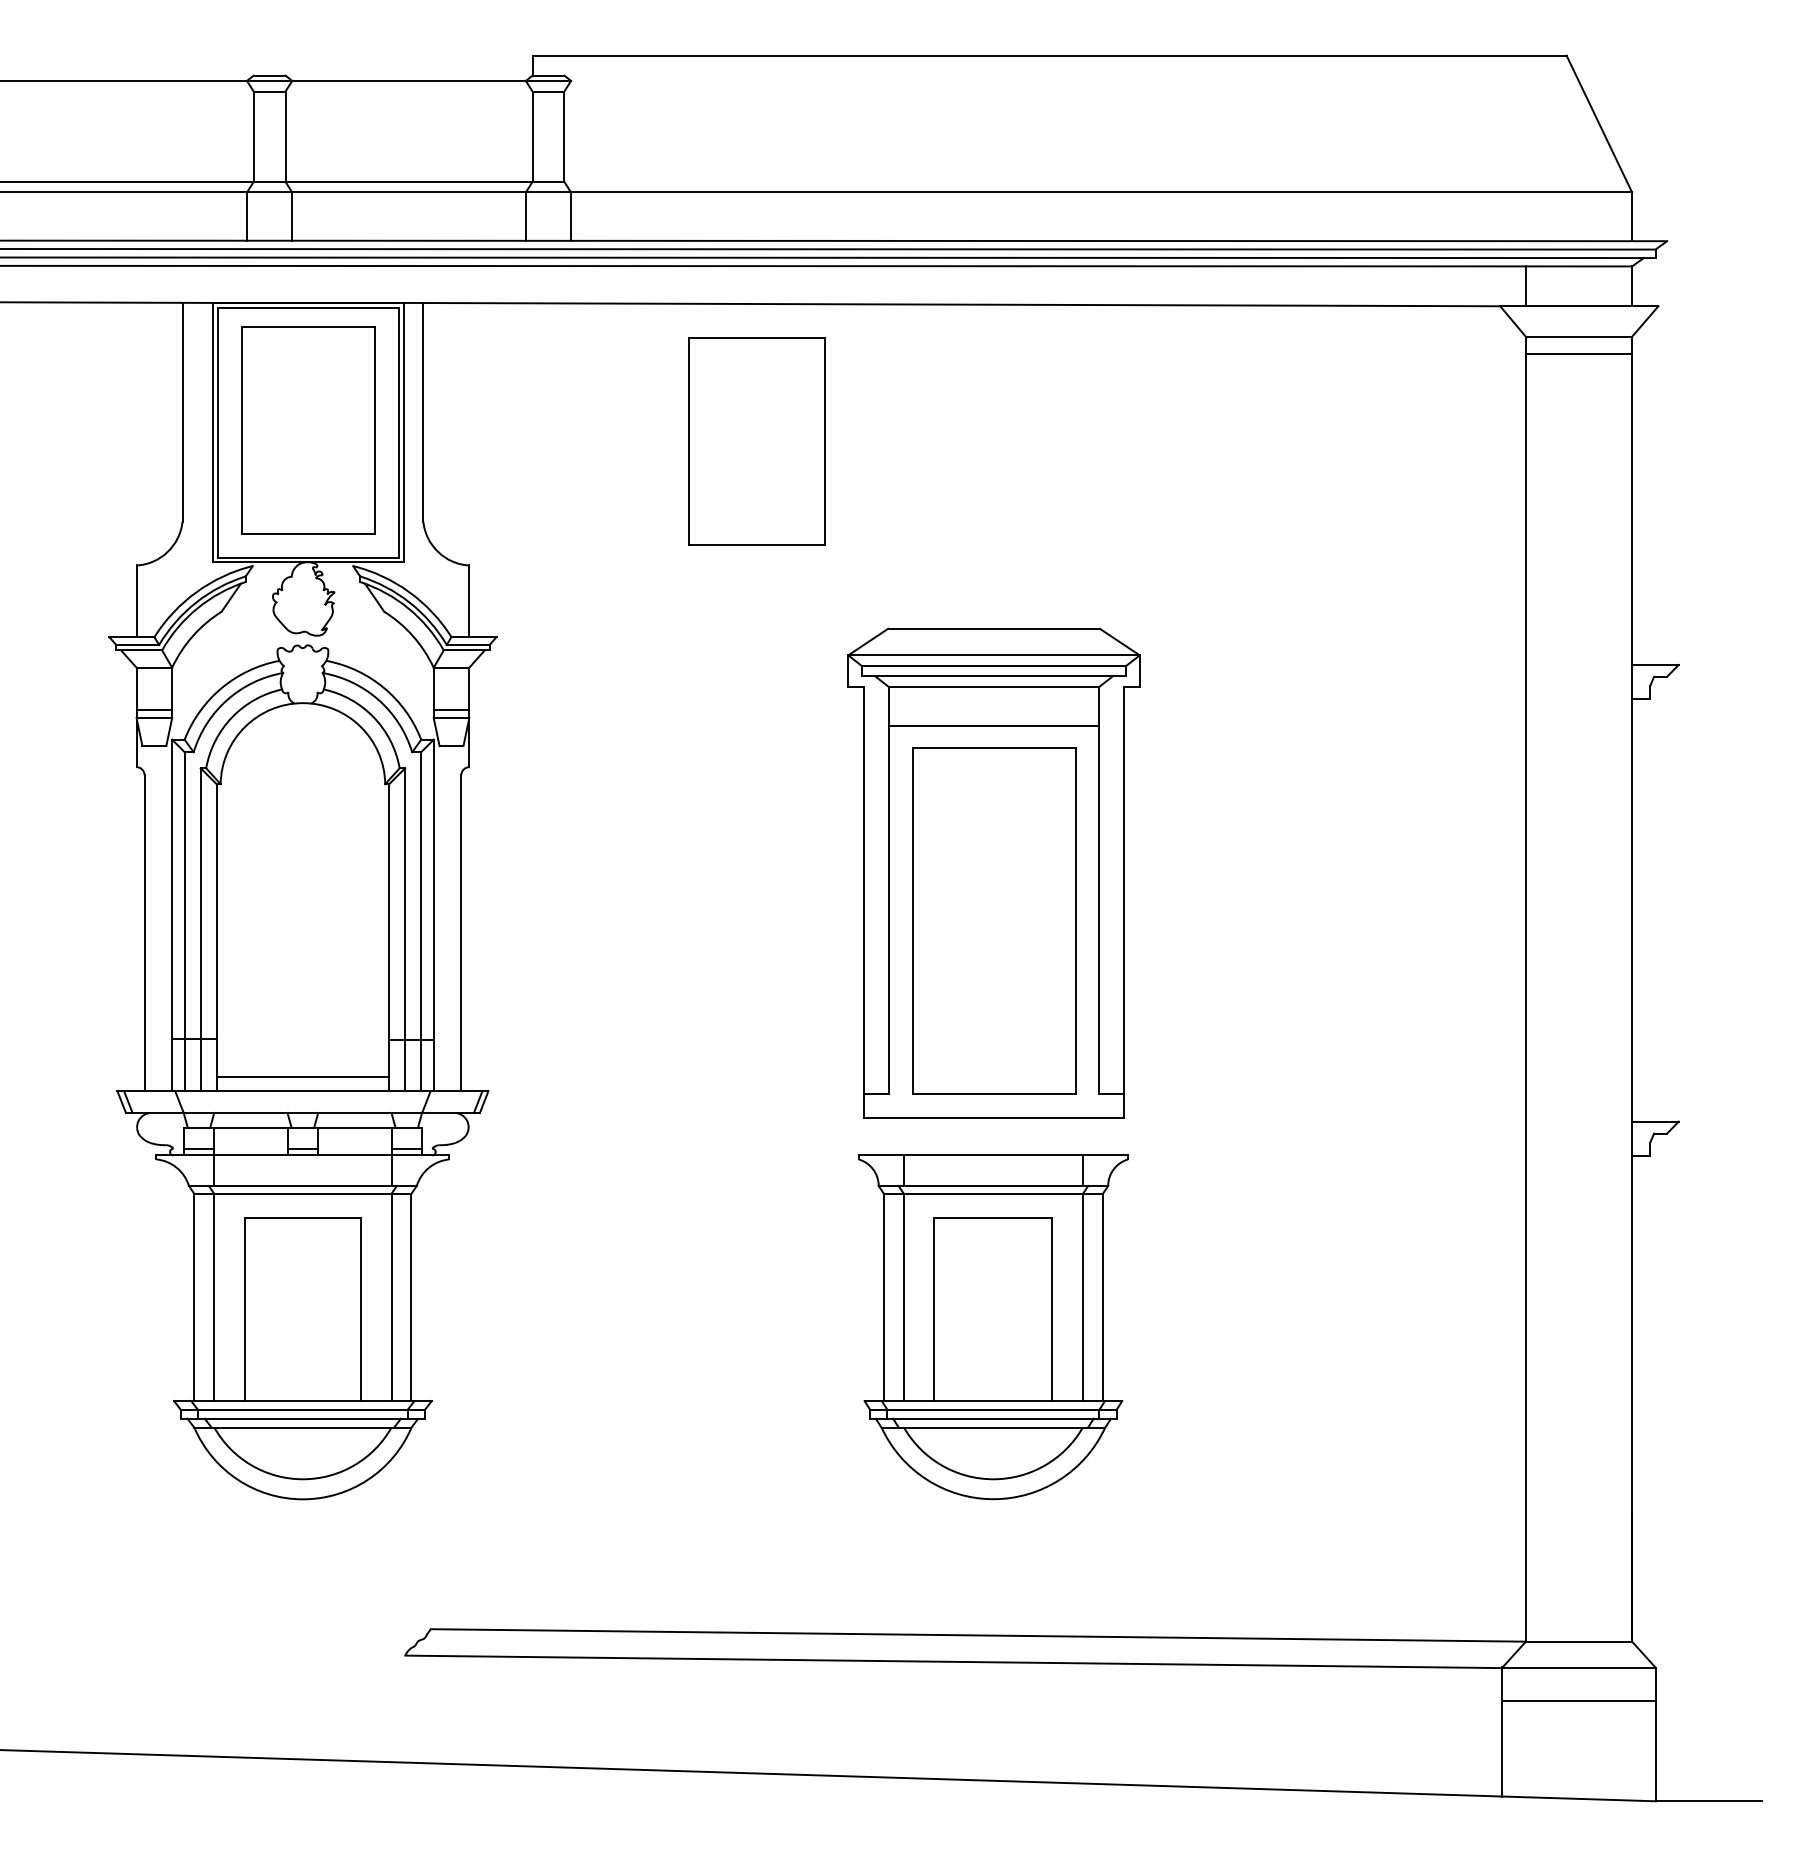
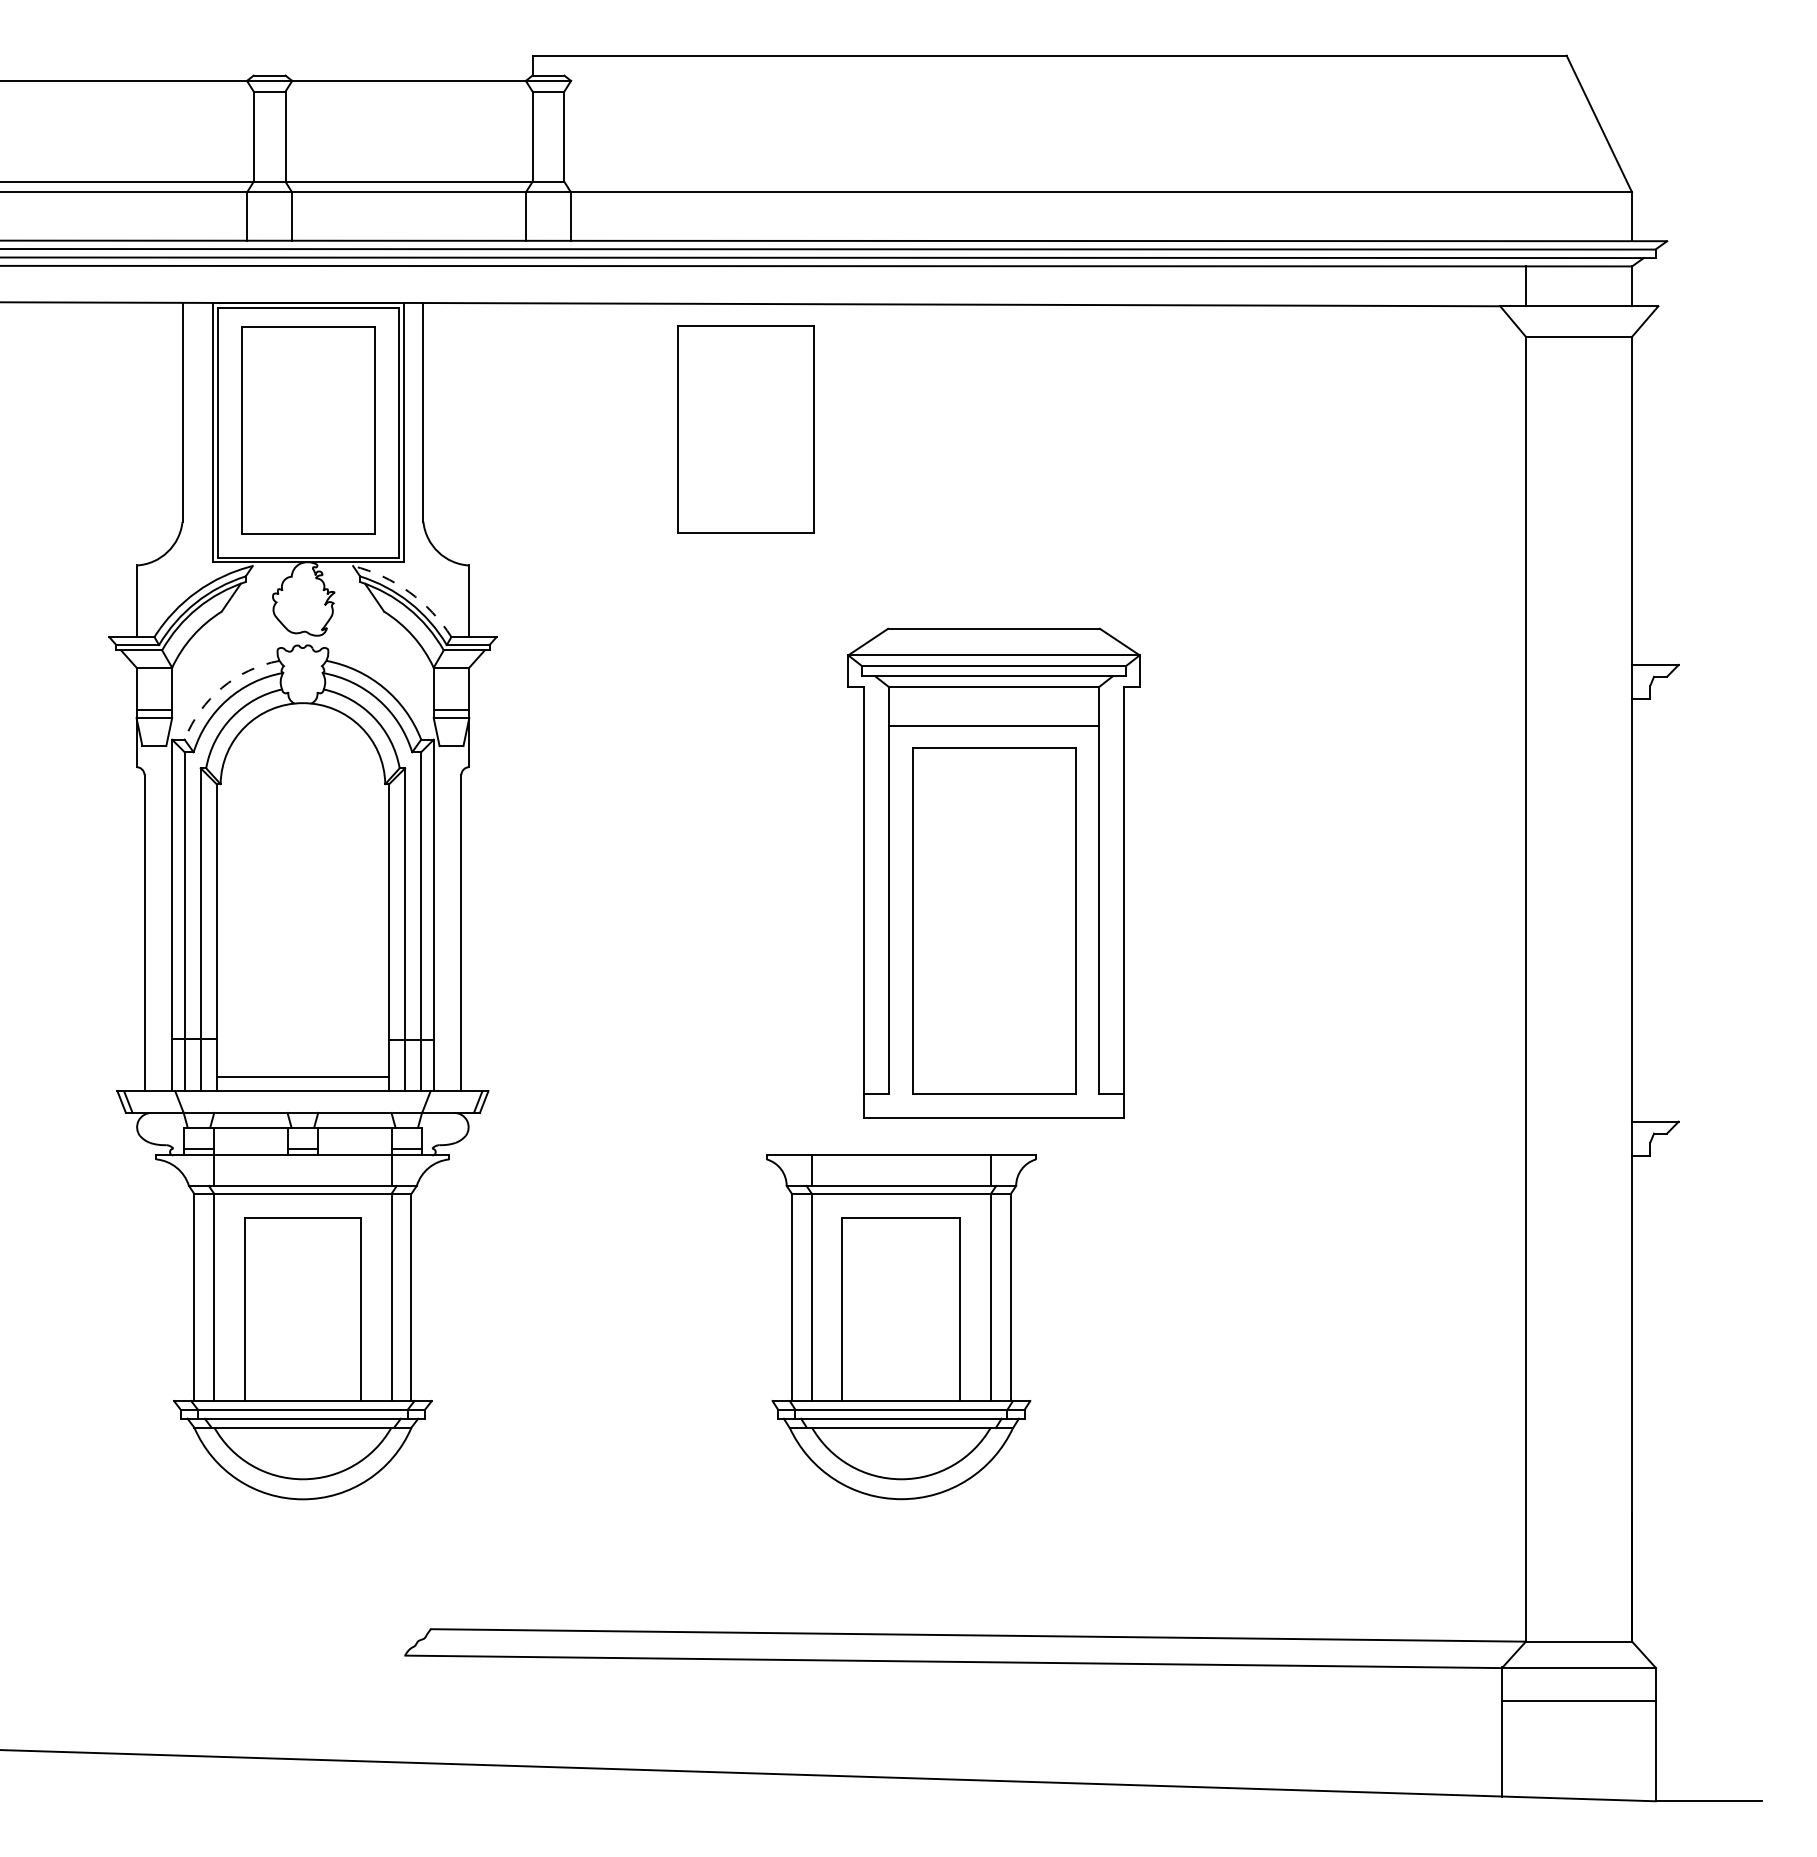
line at (1578, 354): present -> none
part at (756, 441) position: (756, 441) -> (745, 429)
arc at (409, 592): solid -> dashed
arc at (221, 687): solid -> dashed
part at (993, 1327) position: (993, 1327) -> (901, 1327)
